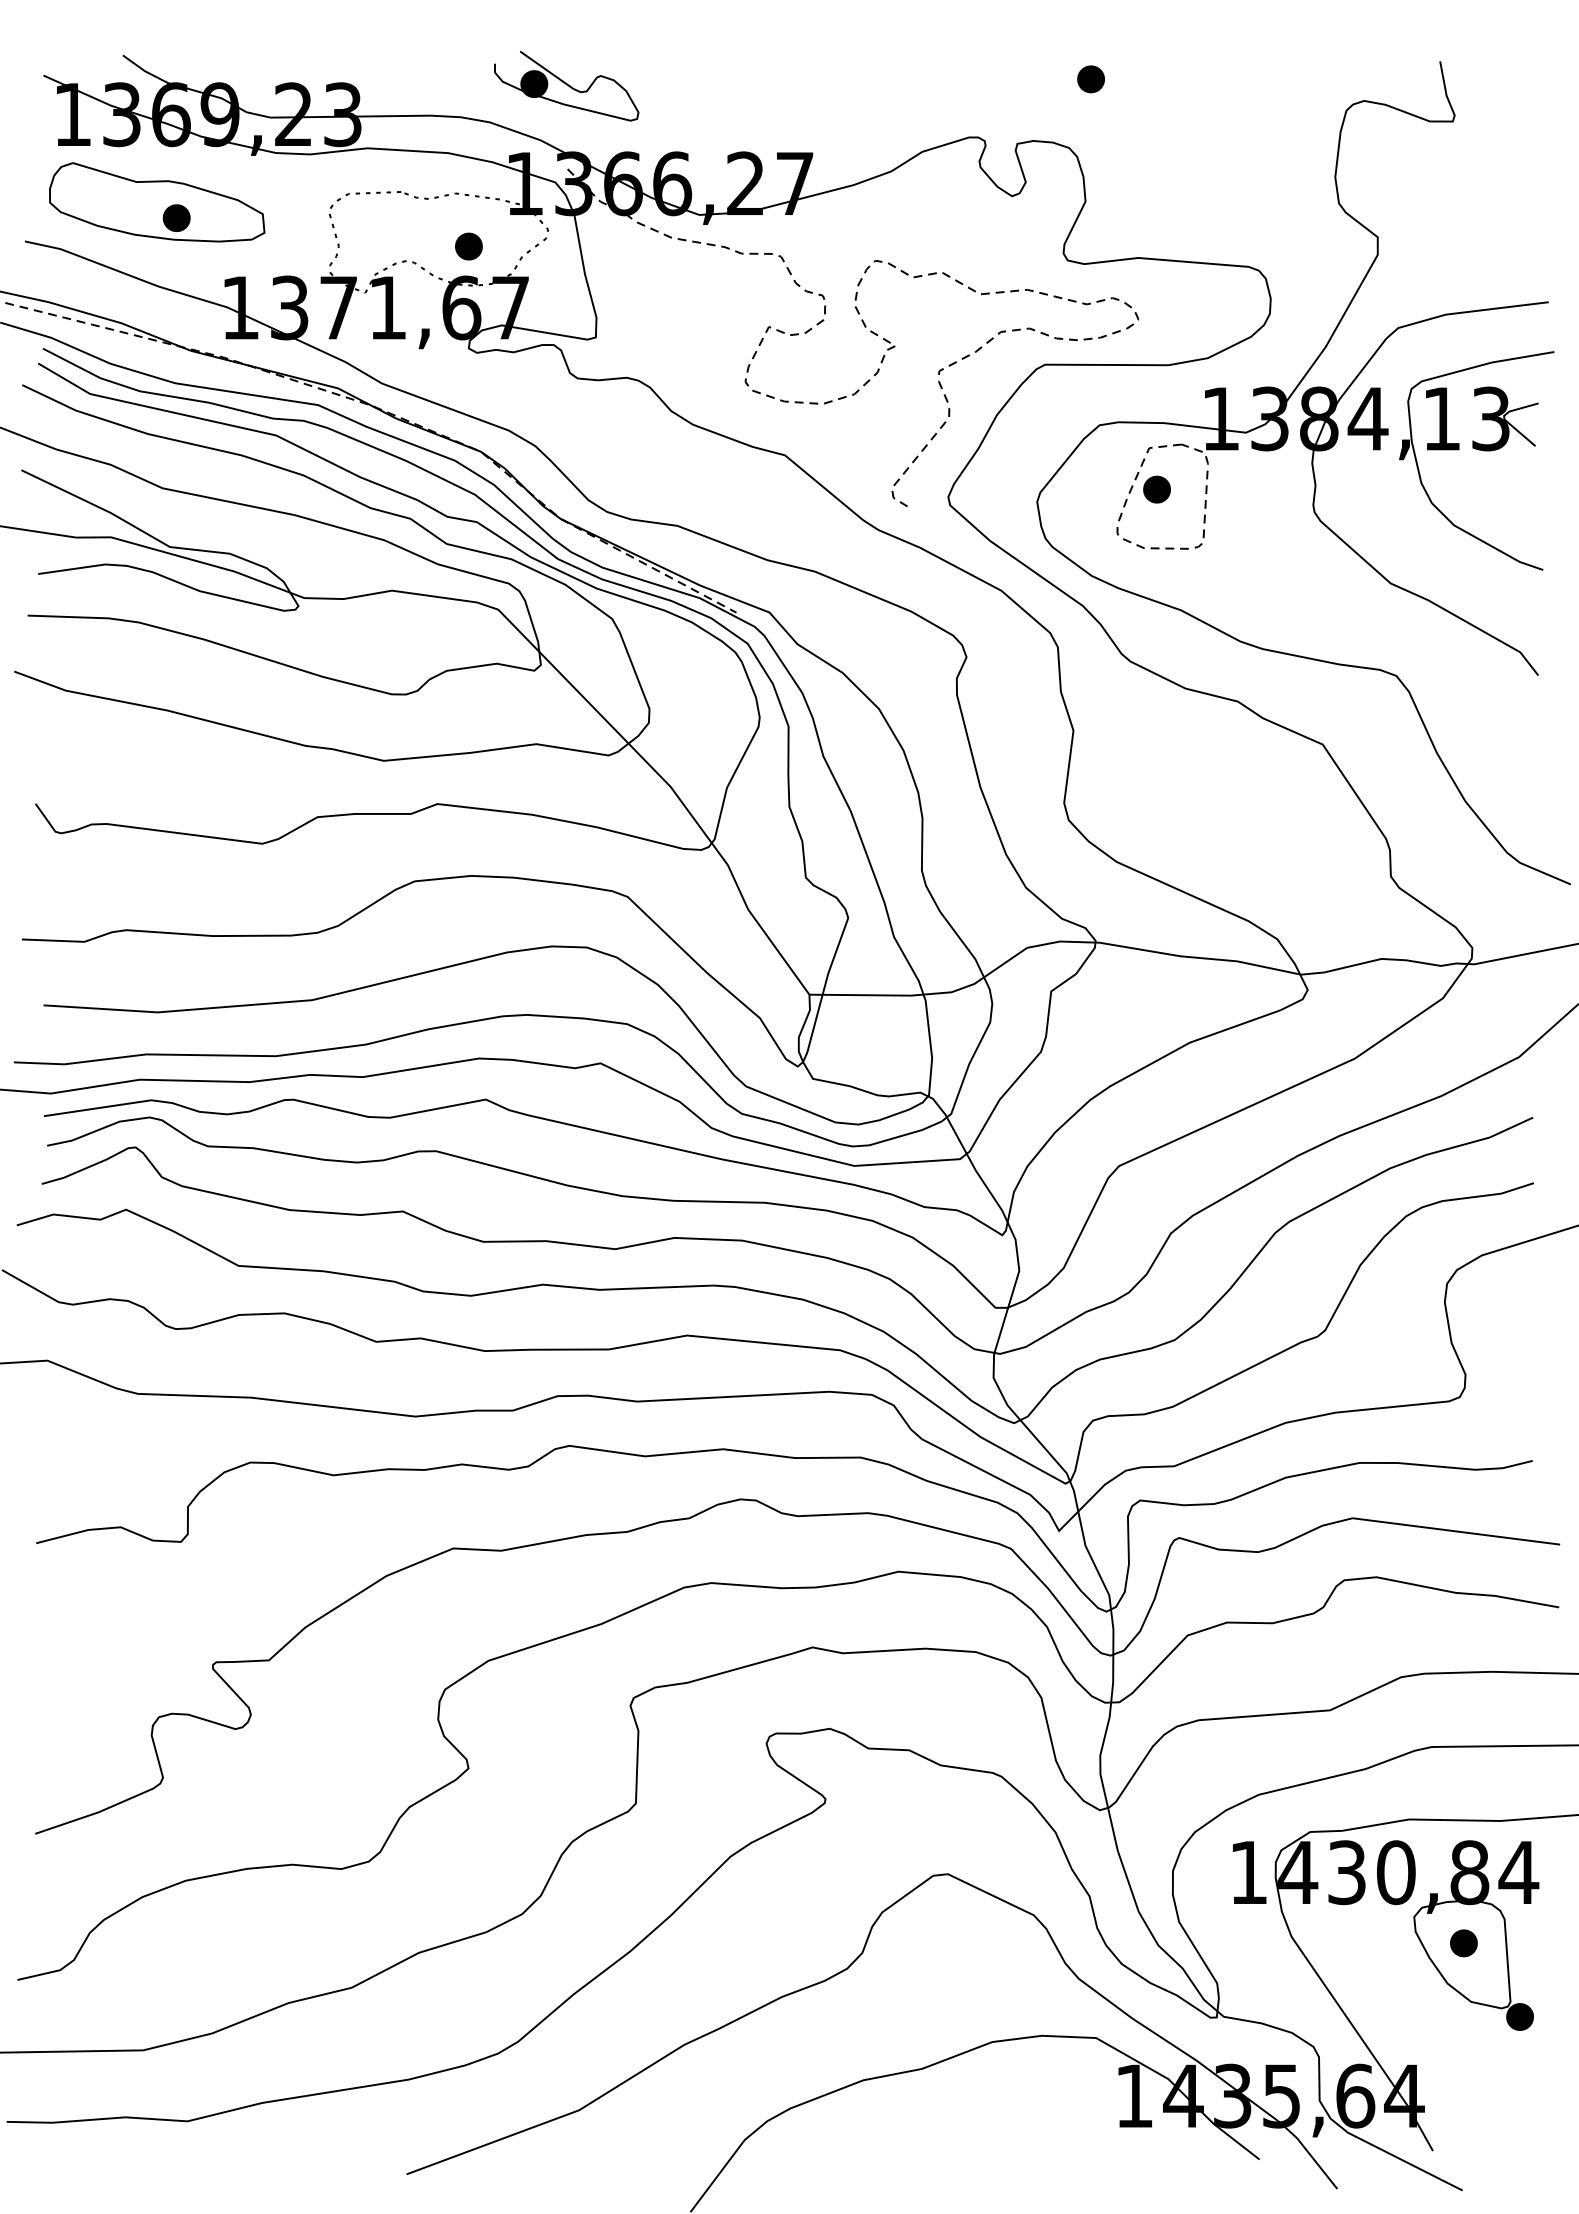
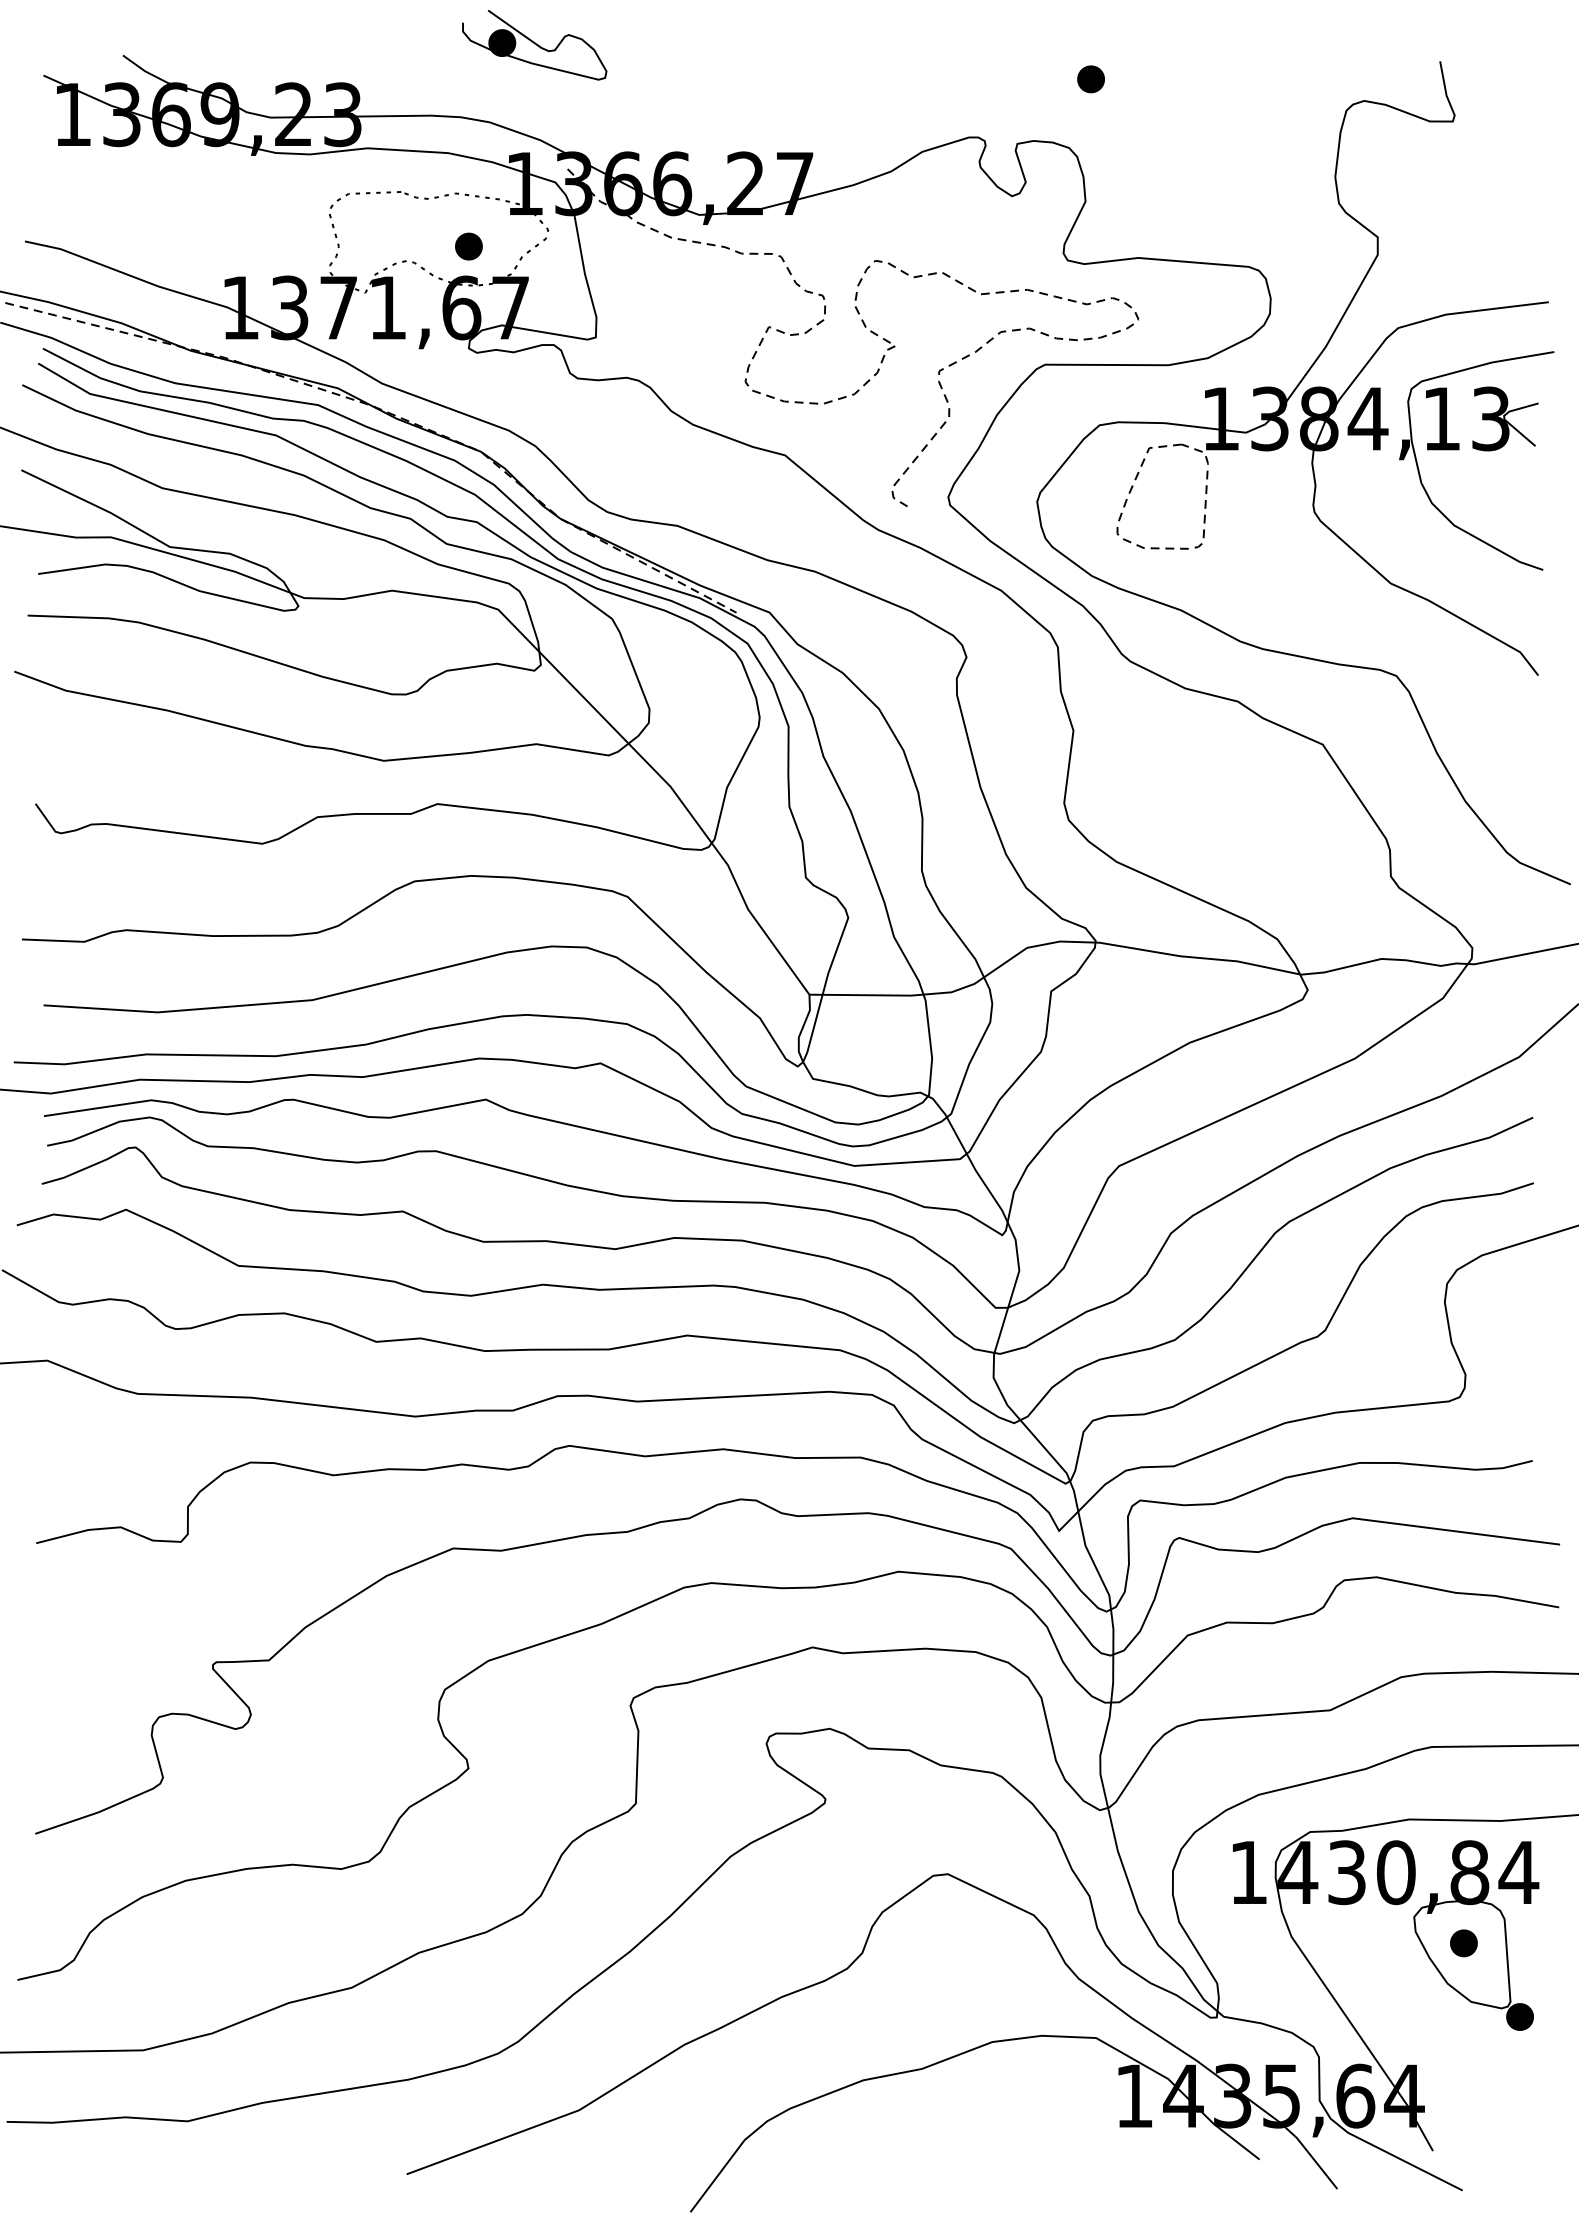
part at (566, 86) position: (566, 86) -> (534, 45)
part at (157, 202): present -> none
part at (1156, 489): present -> none
